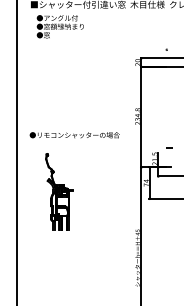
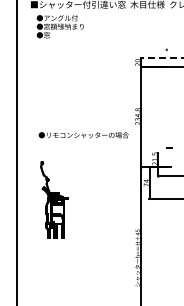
line at (161, 58): solid -> dashed
text at (74, 135) position: (74, 135) -> (83, 135)
part at (59, 191) position: (59, 191) -> (54, 199)
